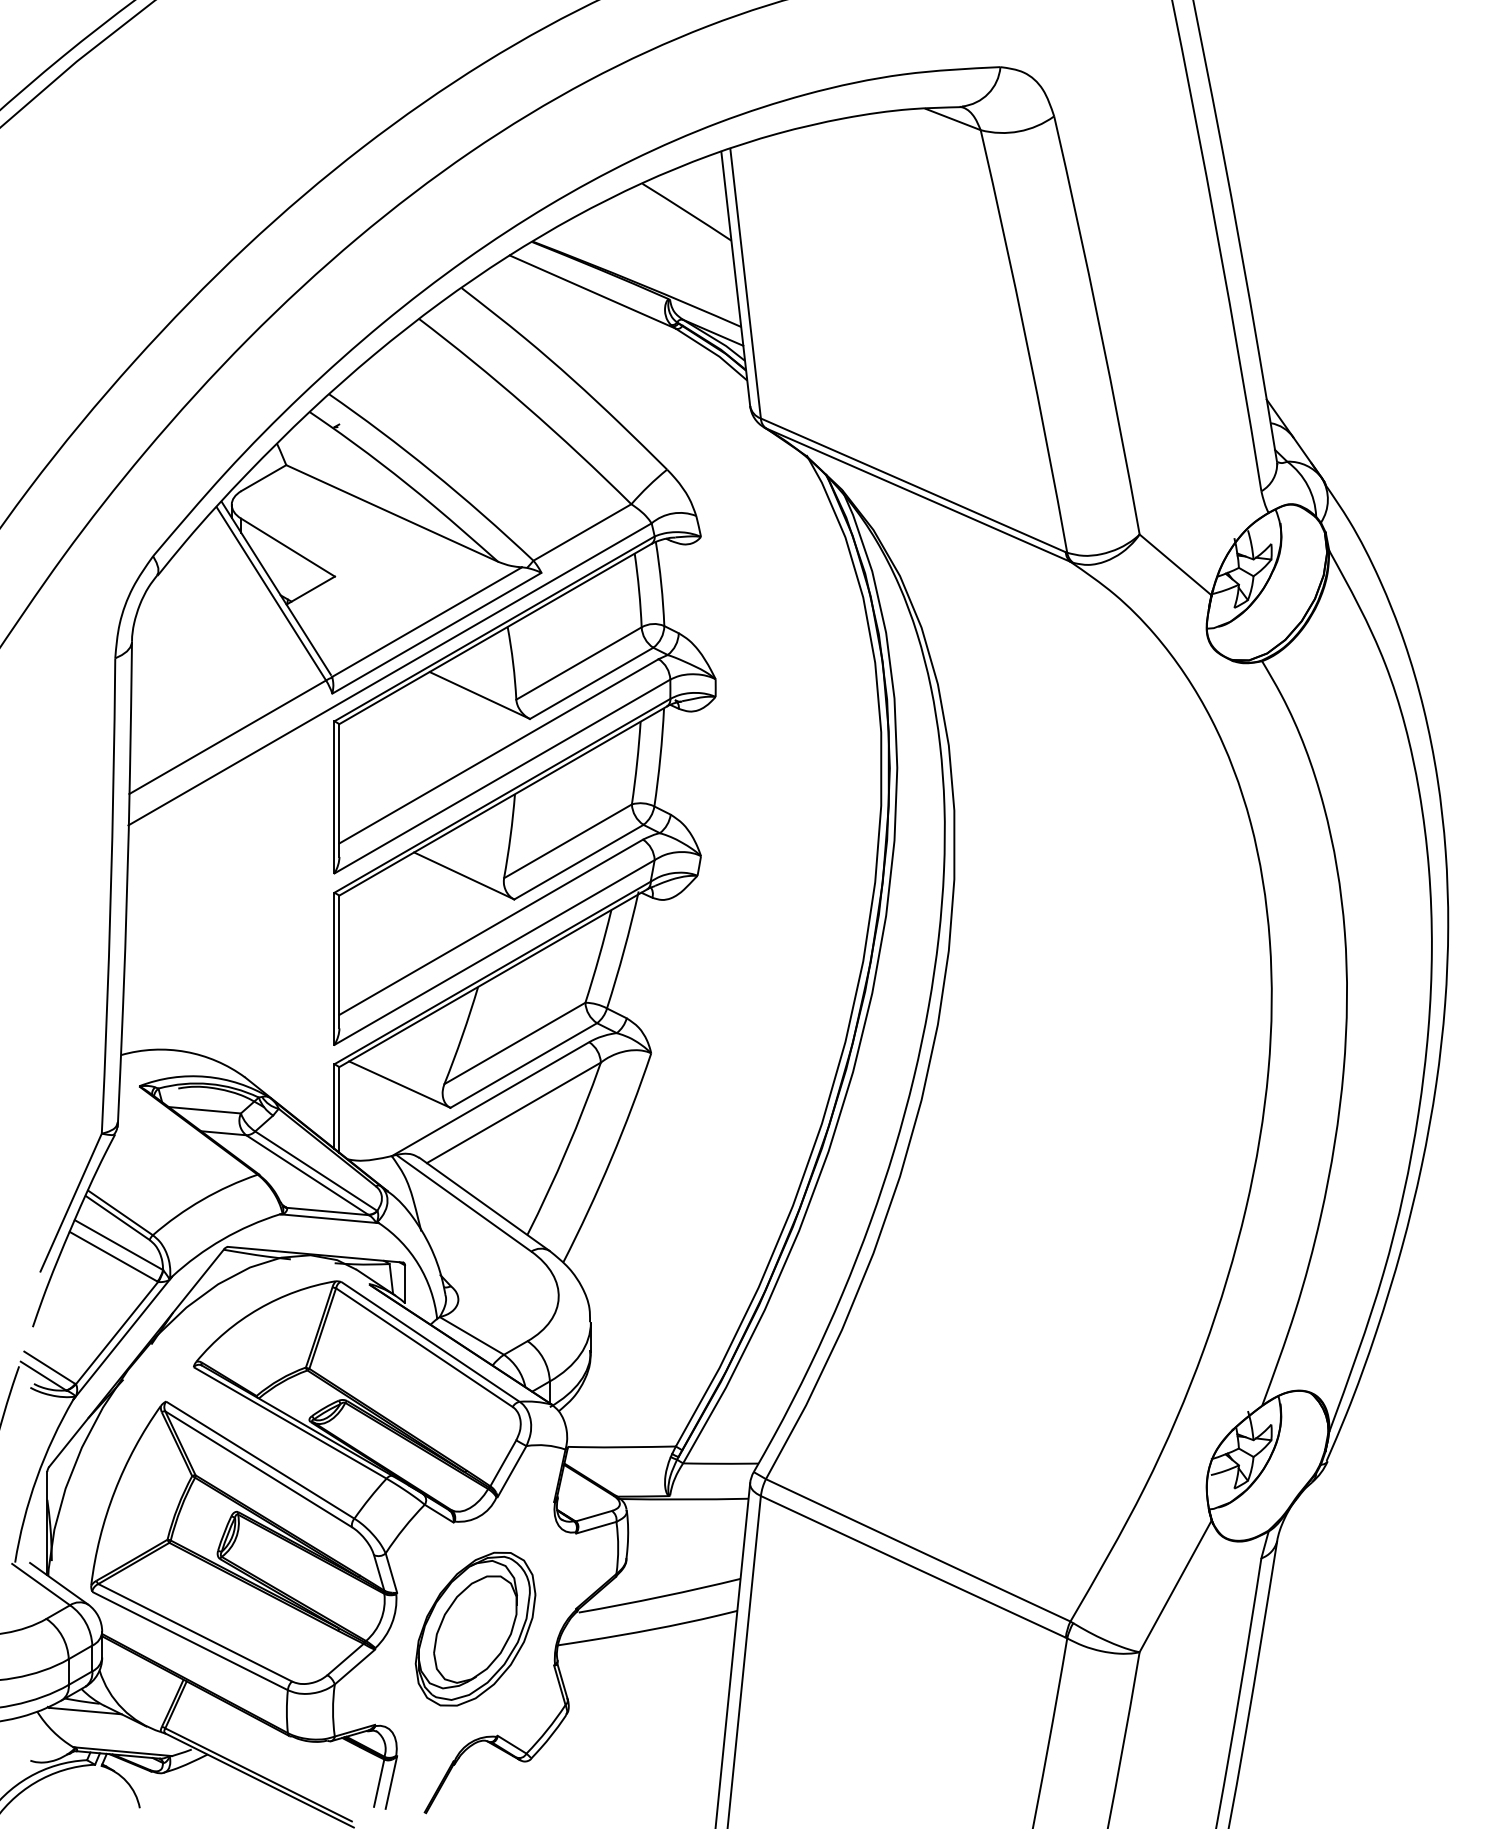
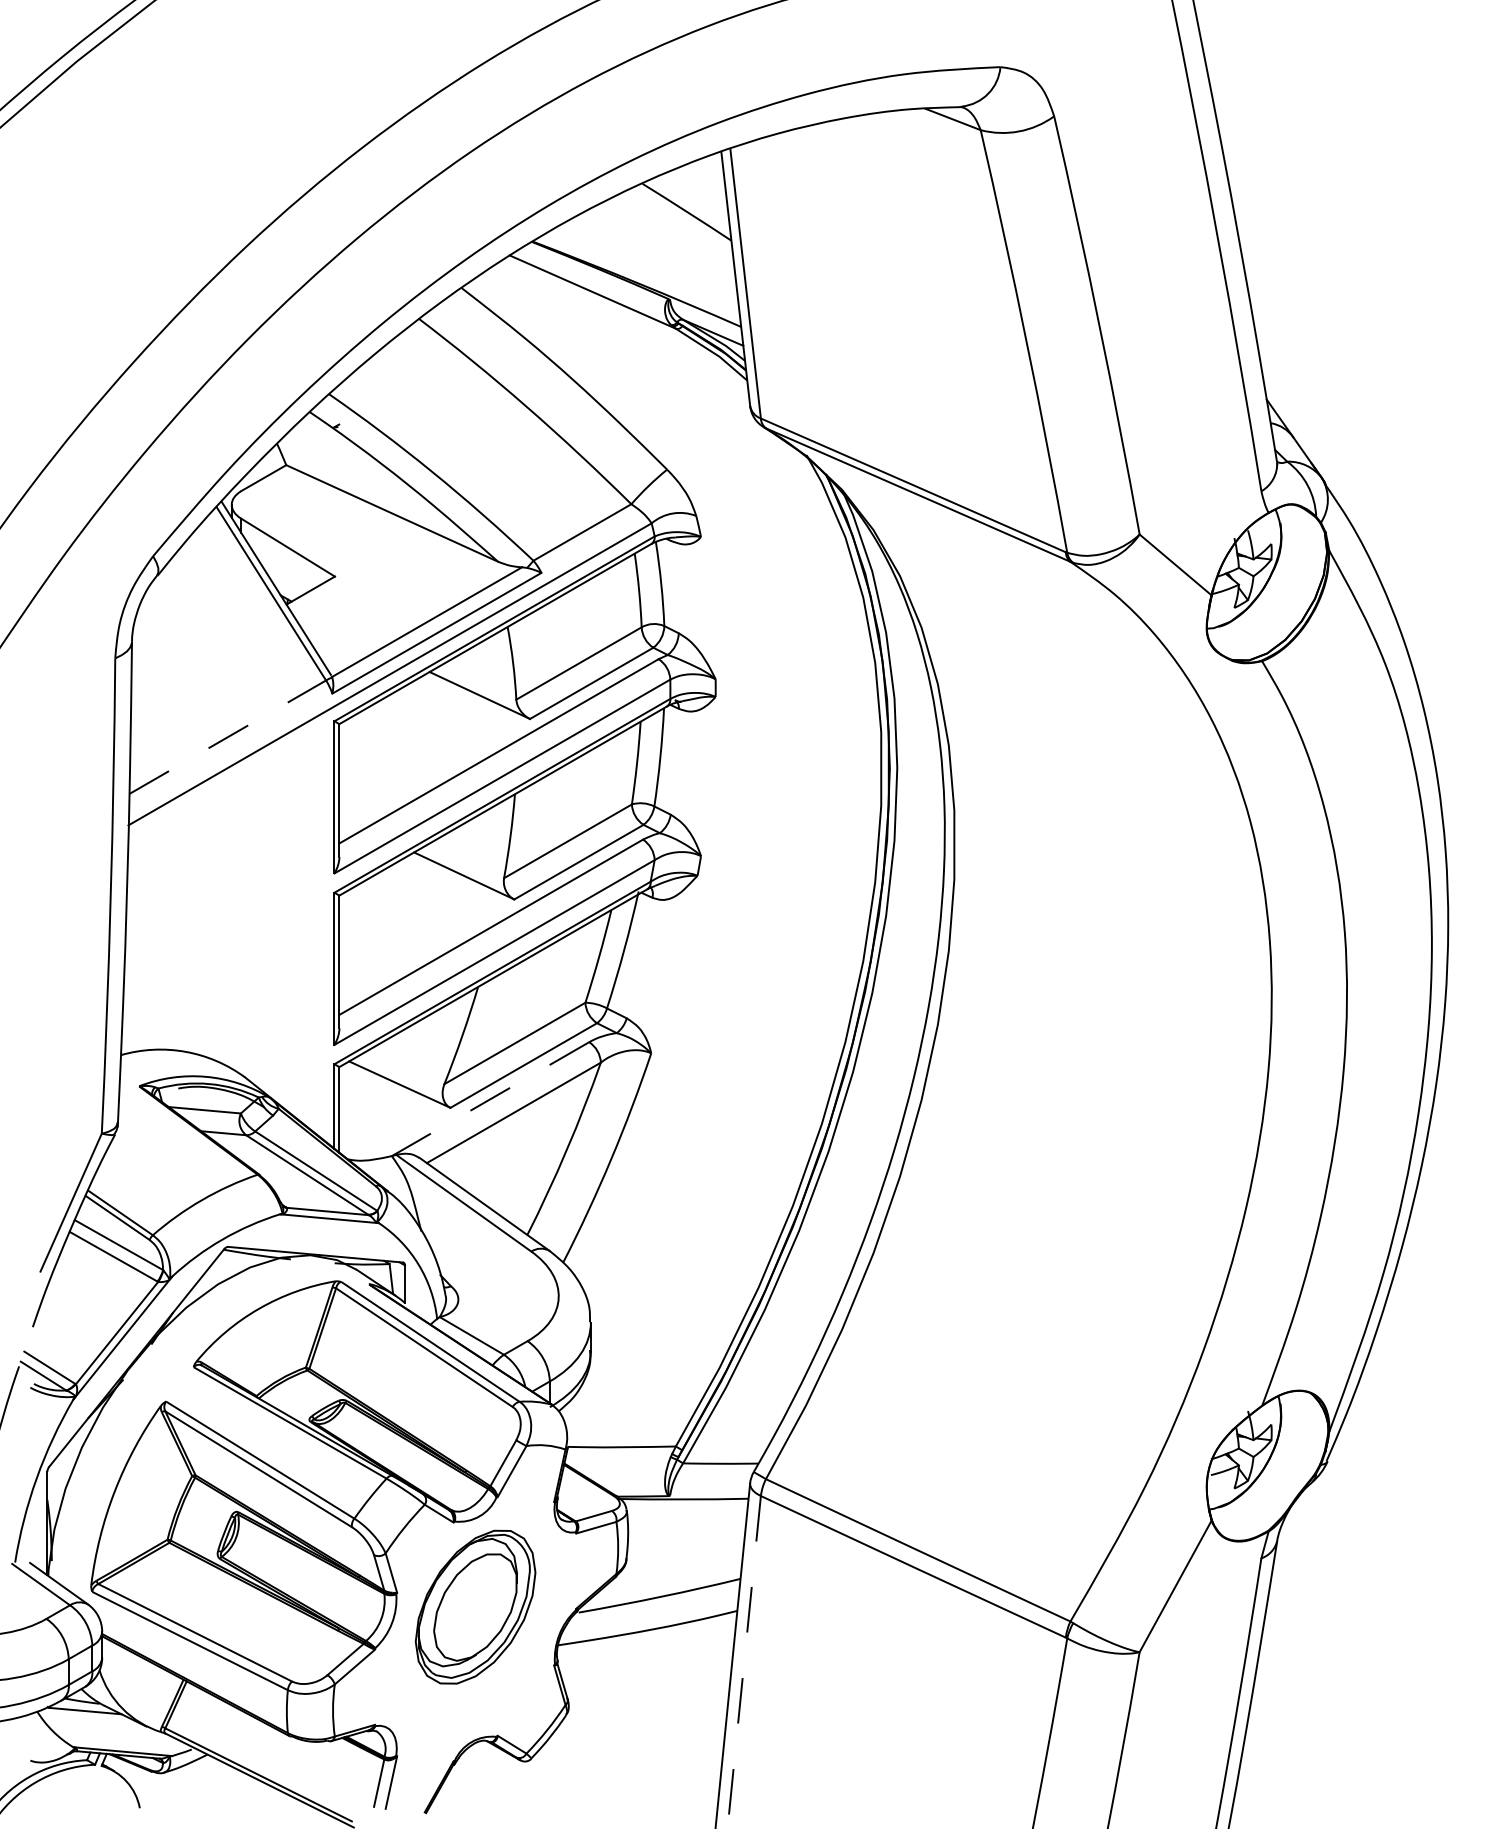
line at (227, 737): solid -> dashed
line at (490, 1099): solid -> dashed
part at (475, 1628) position: (475, 1628) -> (475, 1606)
line at (744, 1662): solid -> dashed
